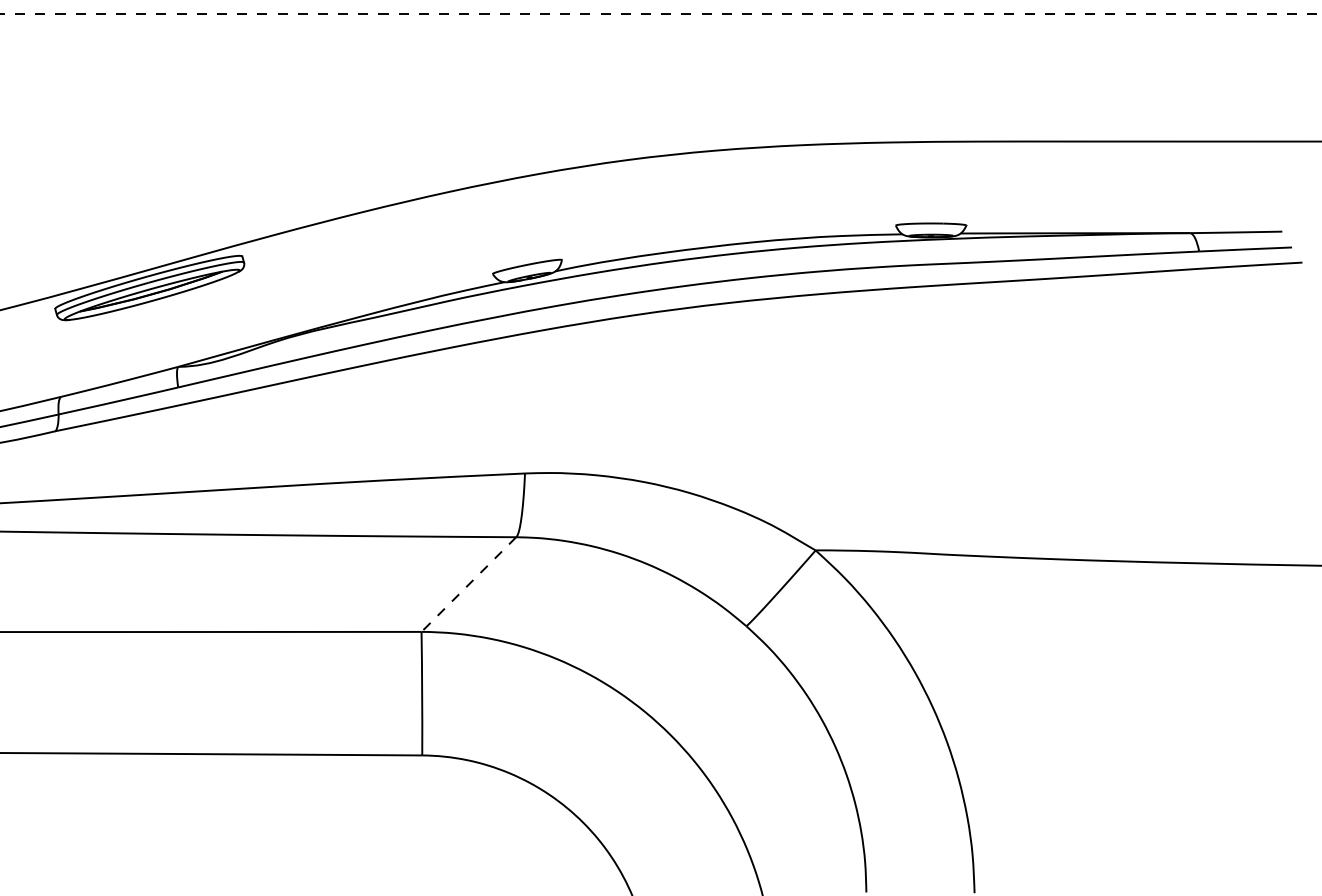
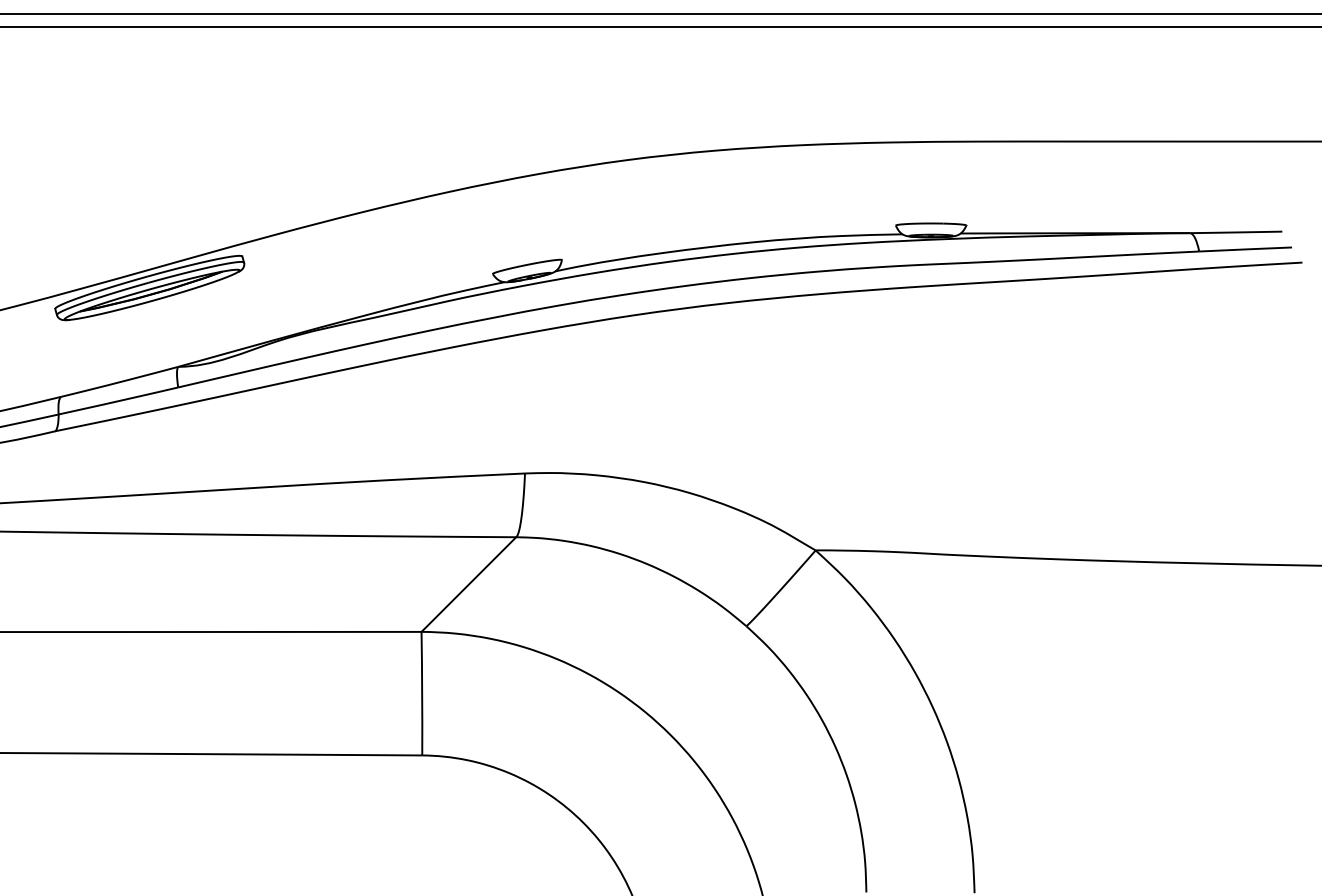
line at (660, 14): dashed -> solid
line at (660, 27): none -> present
line at (468, 584): dashed -> solid
